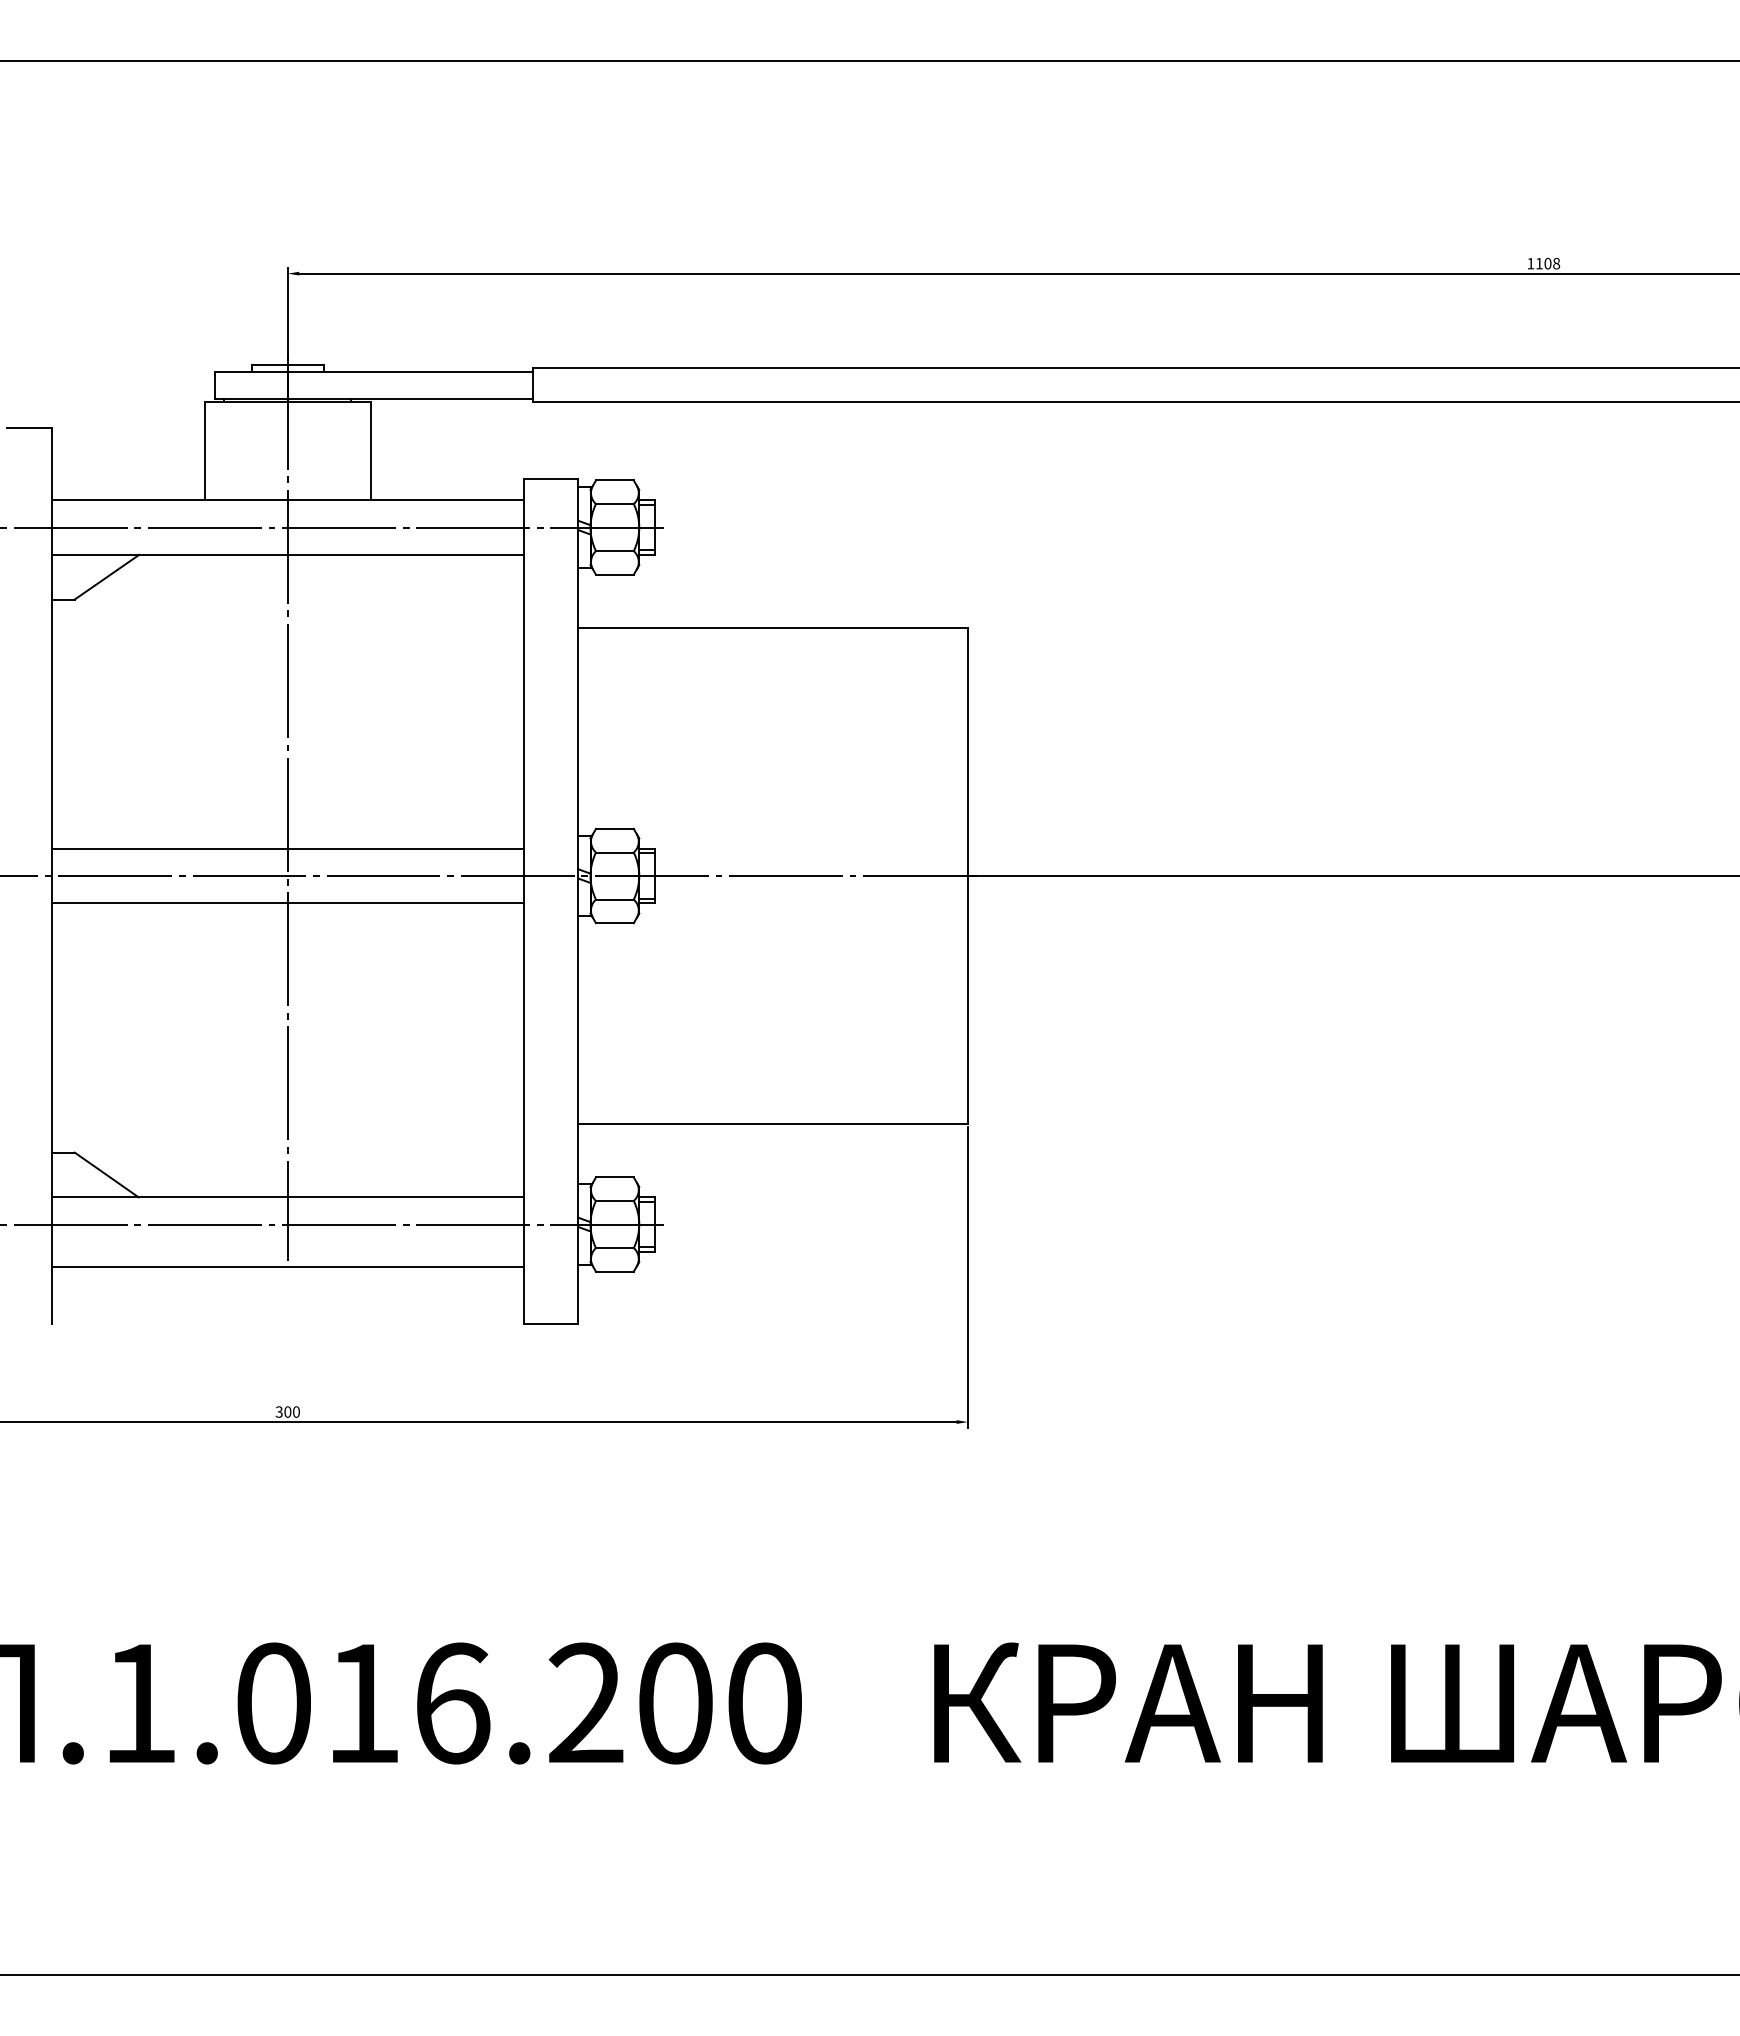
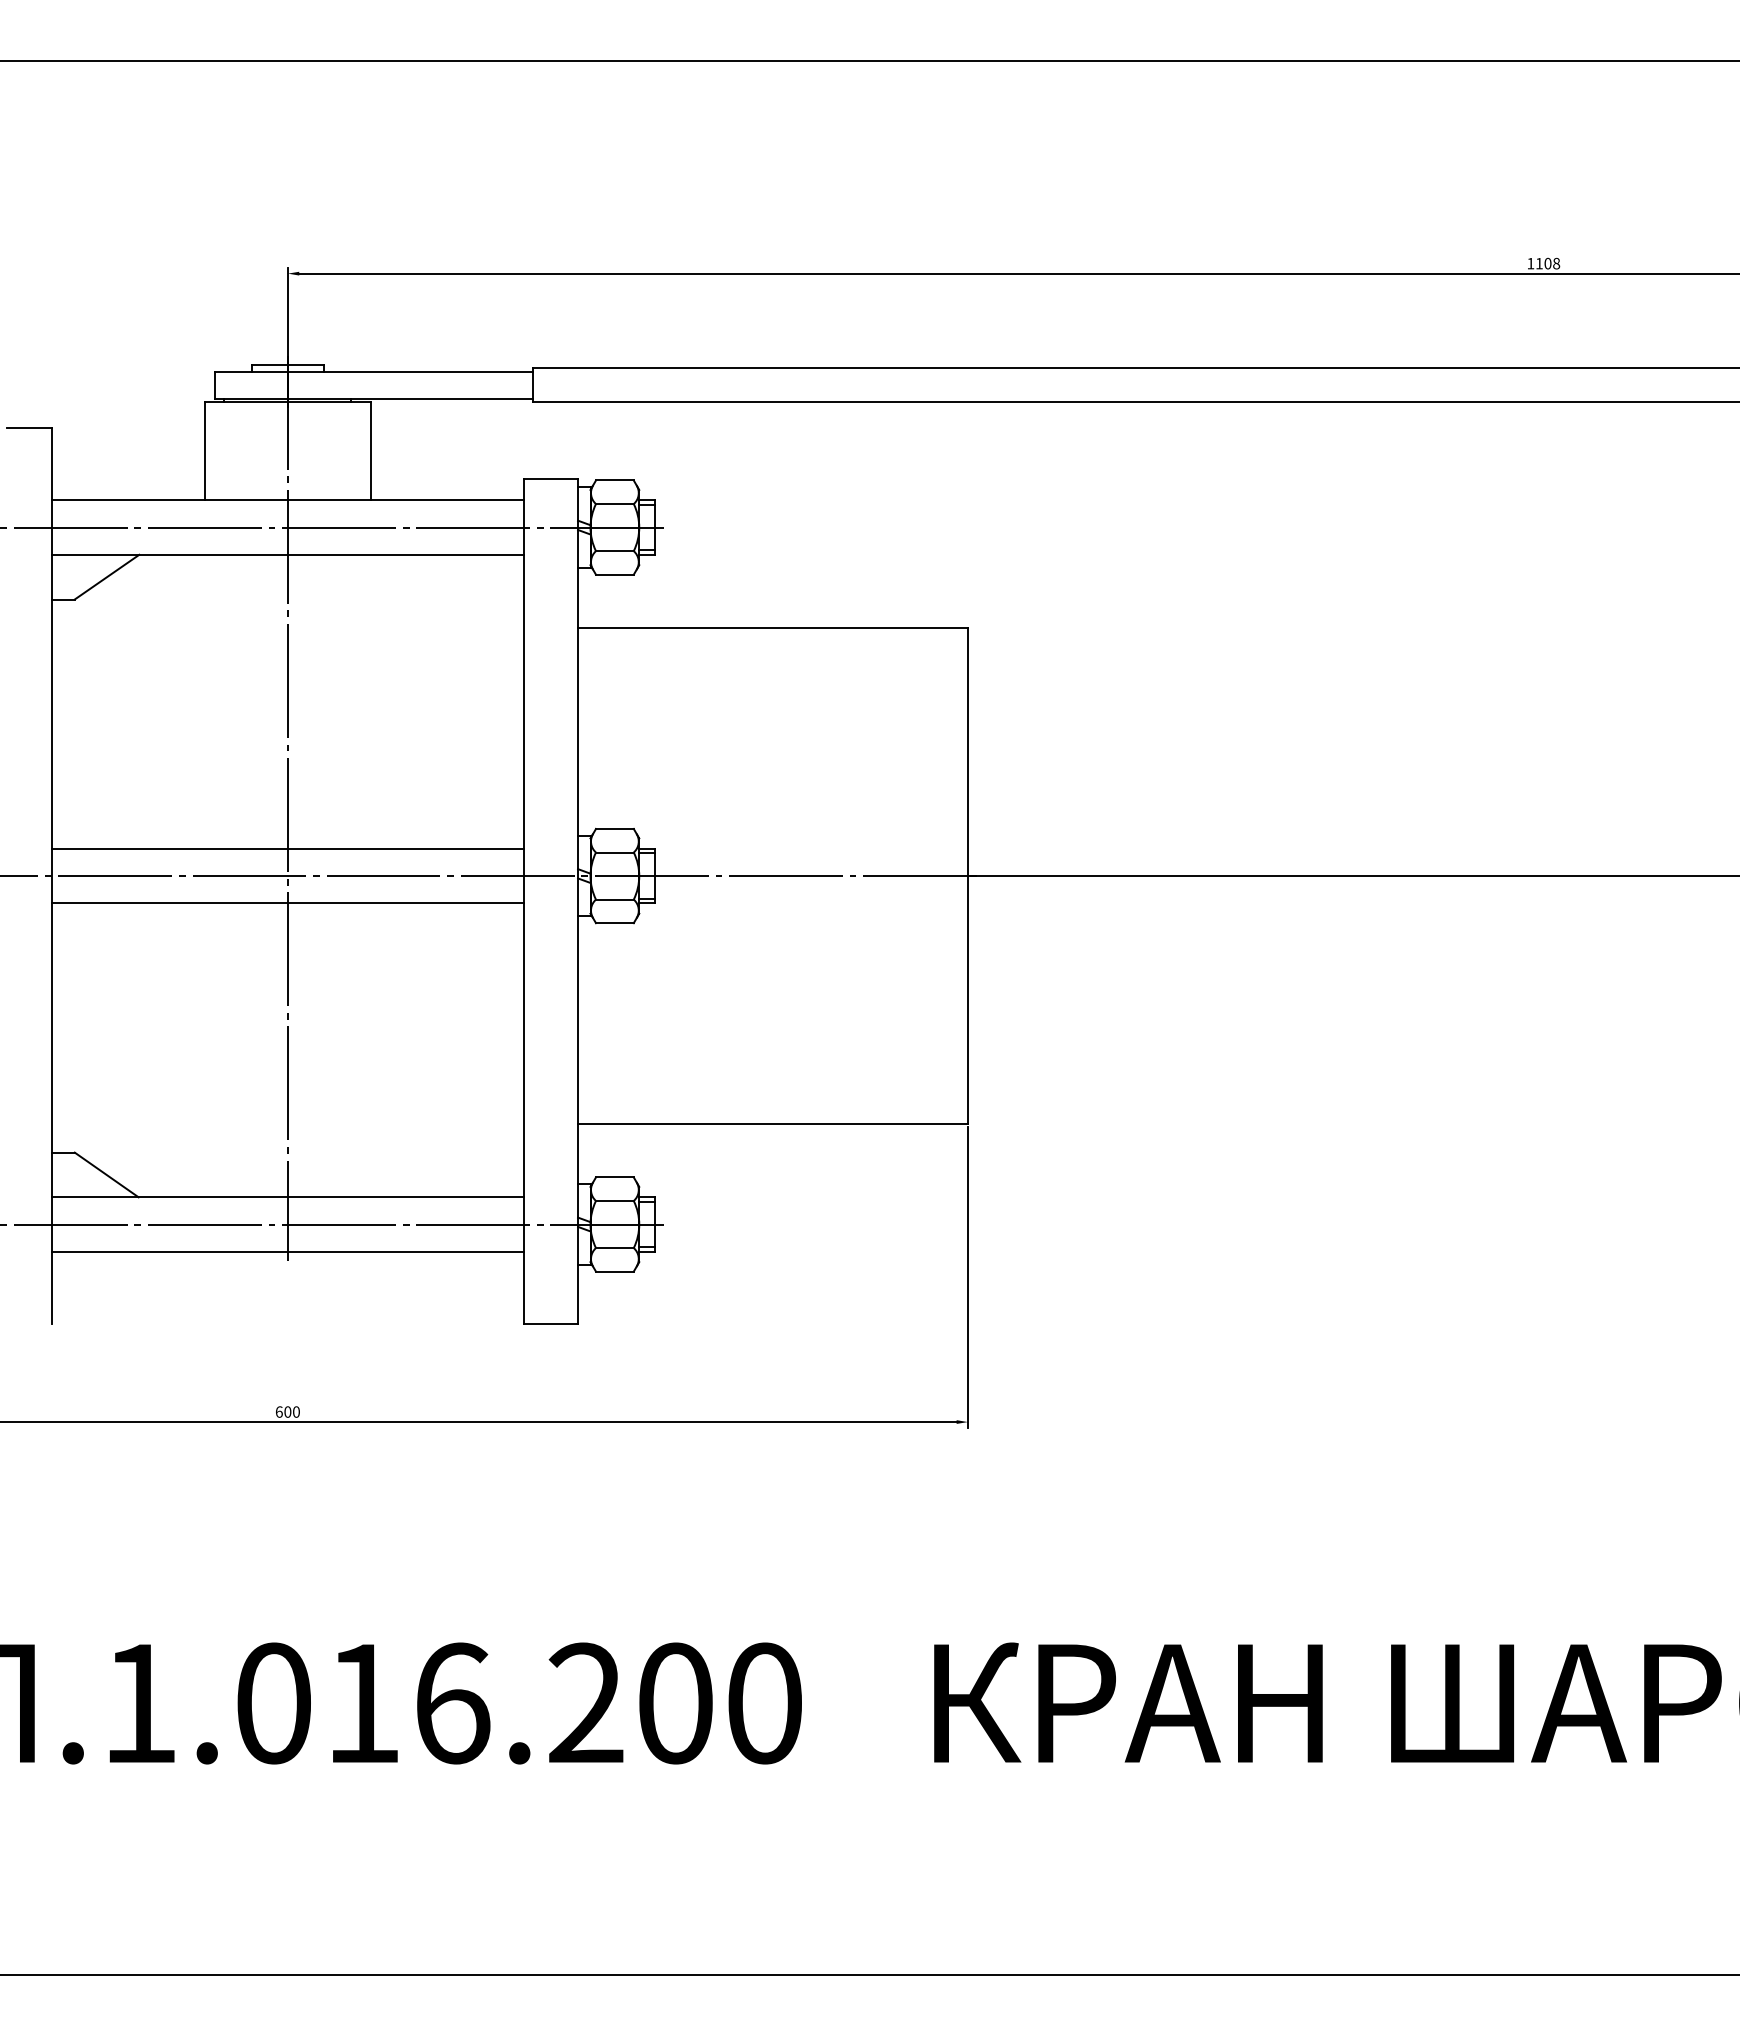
line at (287, 1266) position: (287, 1266) -> (287, 1251)
text at (278, 1411): 300 -> 600
